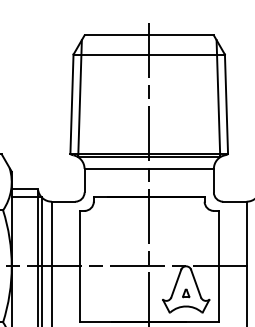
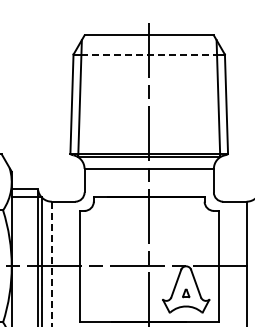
line at (149, 54): solid -> dashed
line at (51, 264): solid -> dashed
